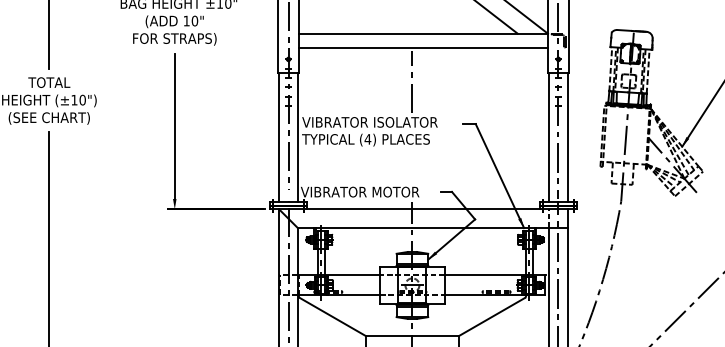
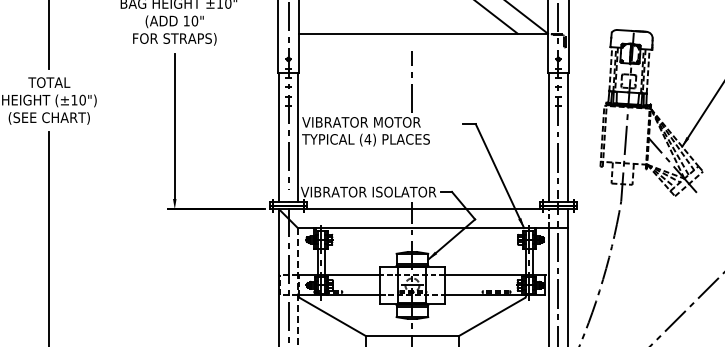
line at (423, 47): present -> none
text at (406, 122): VIBRATOR ISOLATOR -> VIBRATOR MOTOR
text at (405, 191): VIBRATOR MOTOR -> VIBRATOR ISOLATOR
line at (297, 287): solid -> dashed
